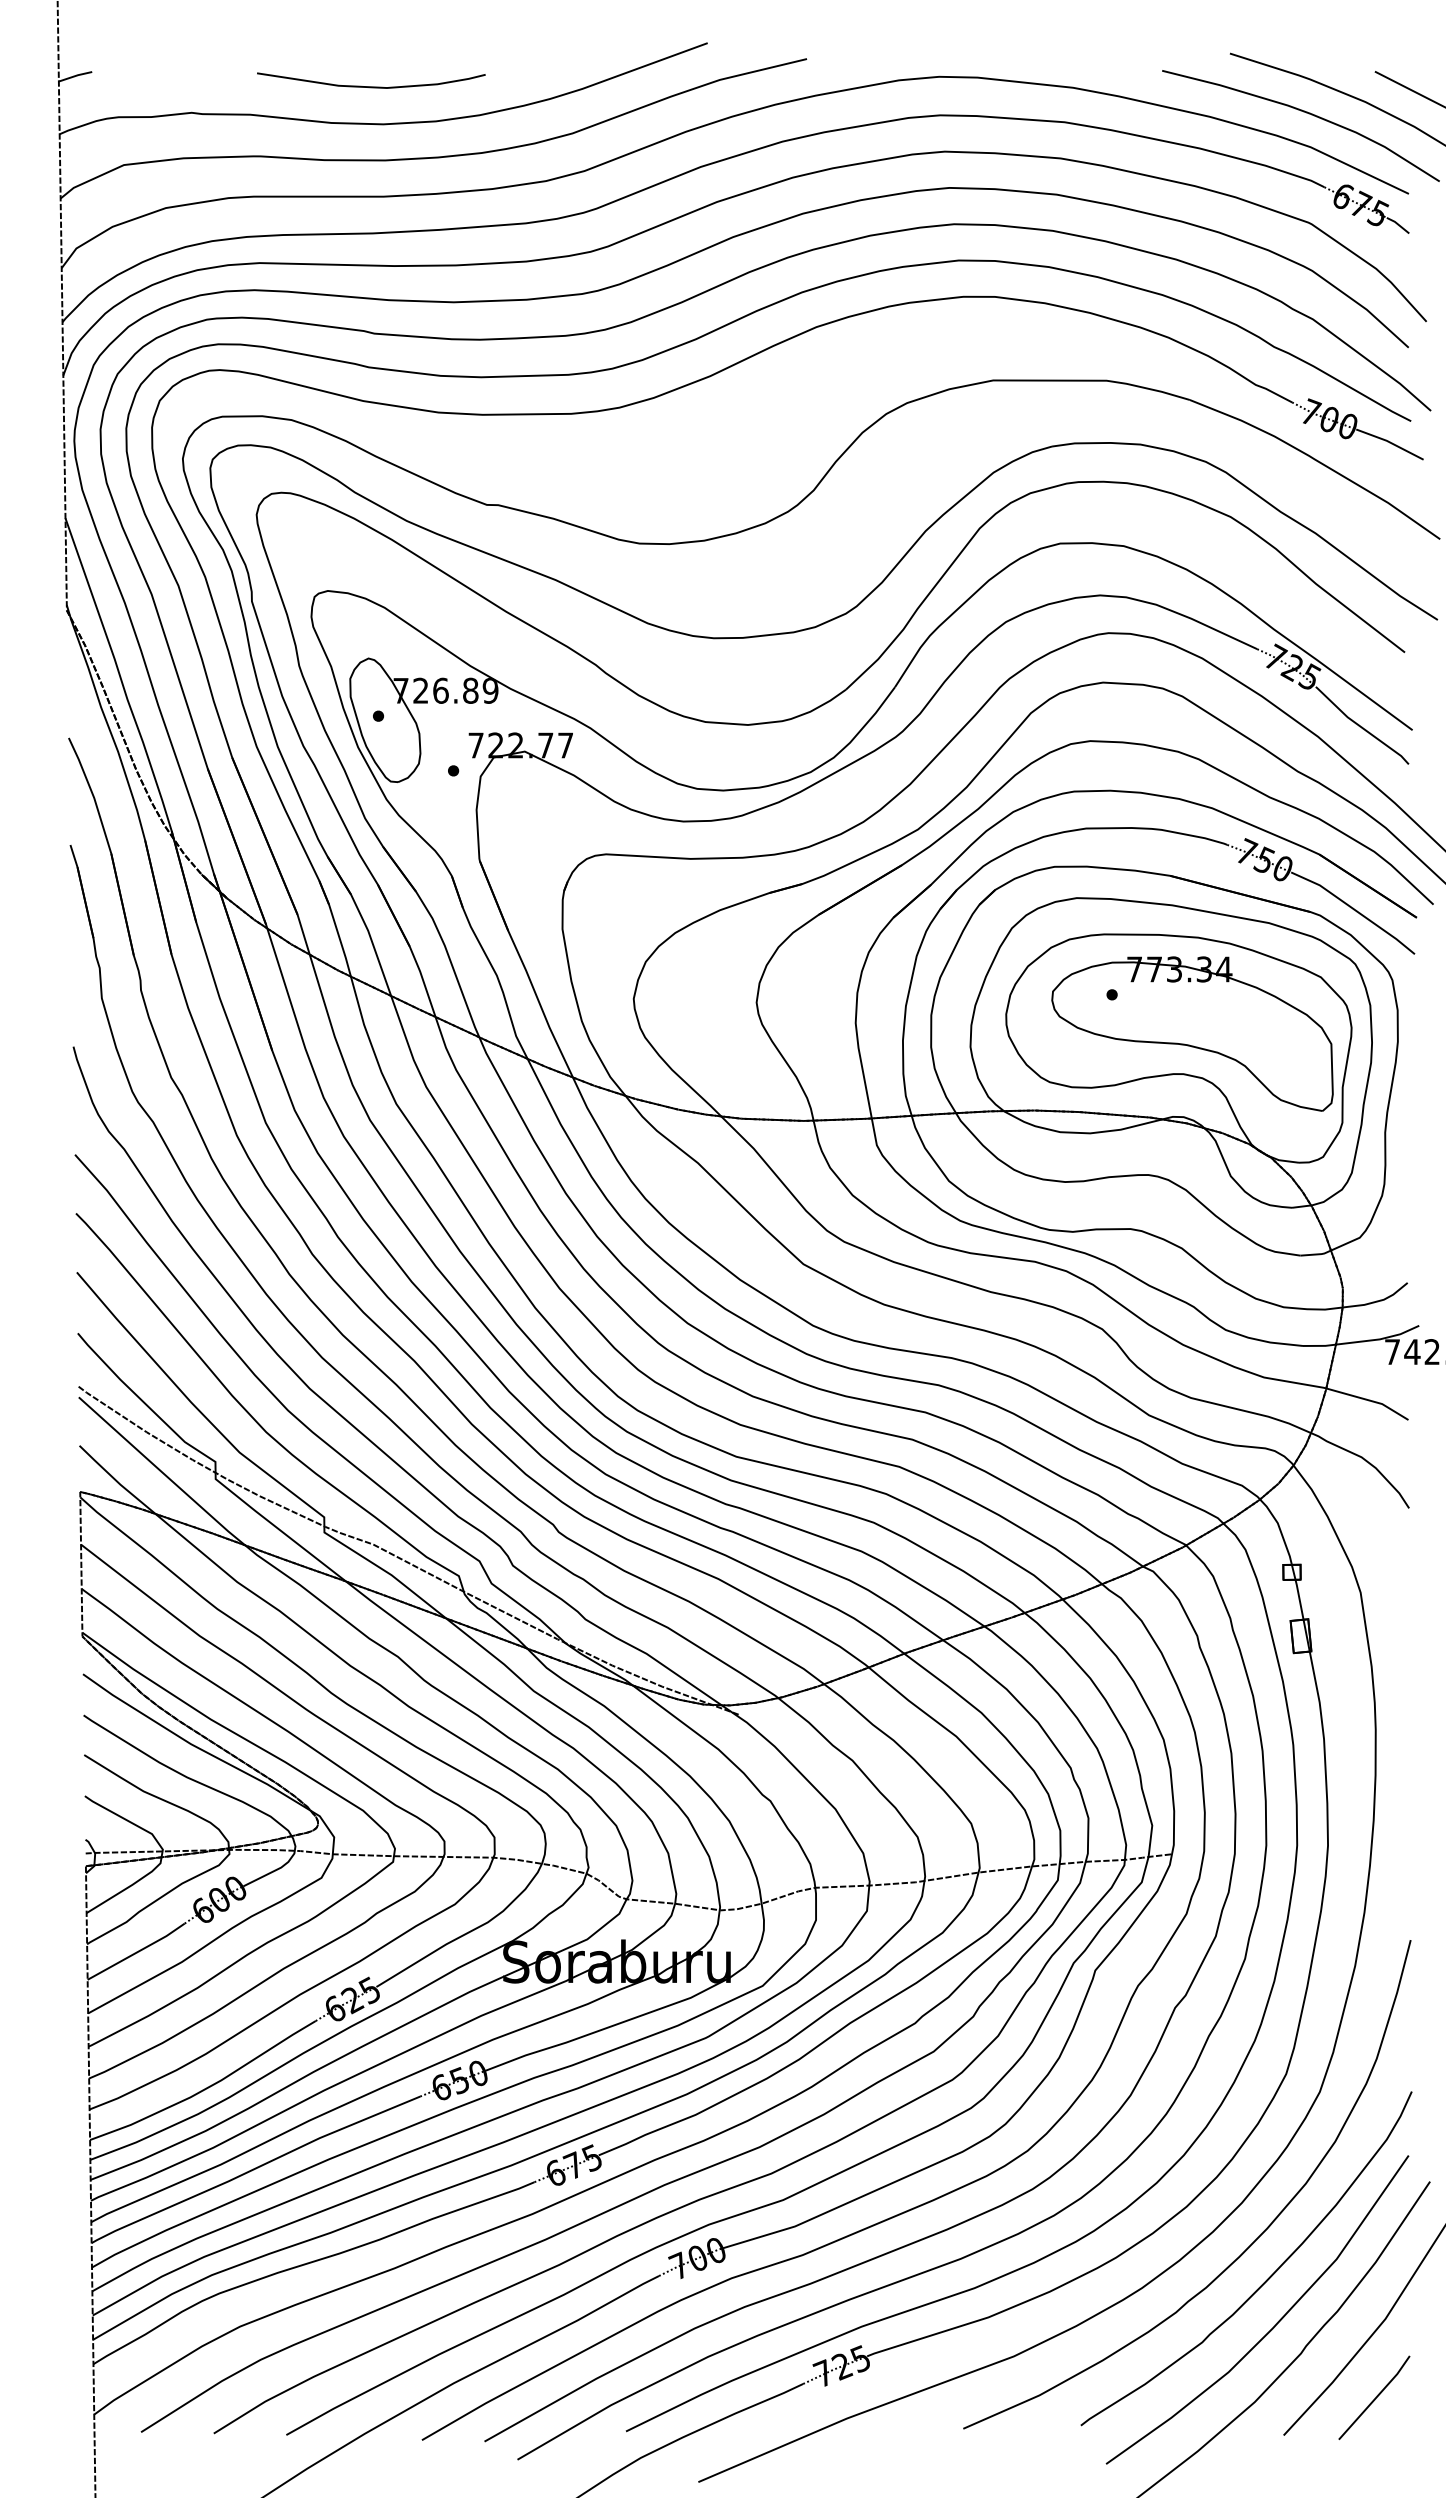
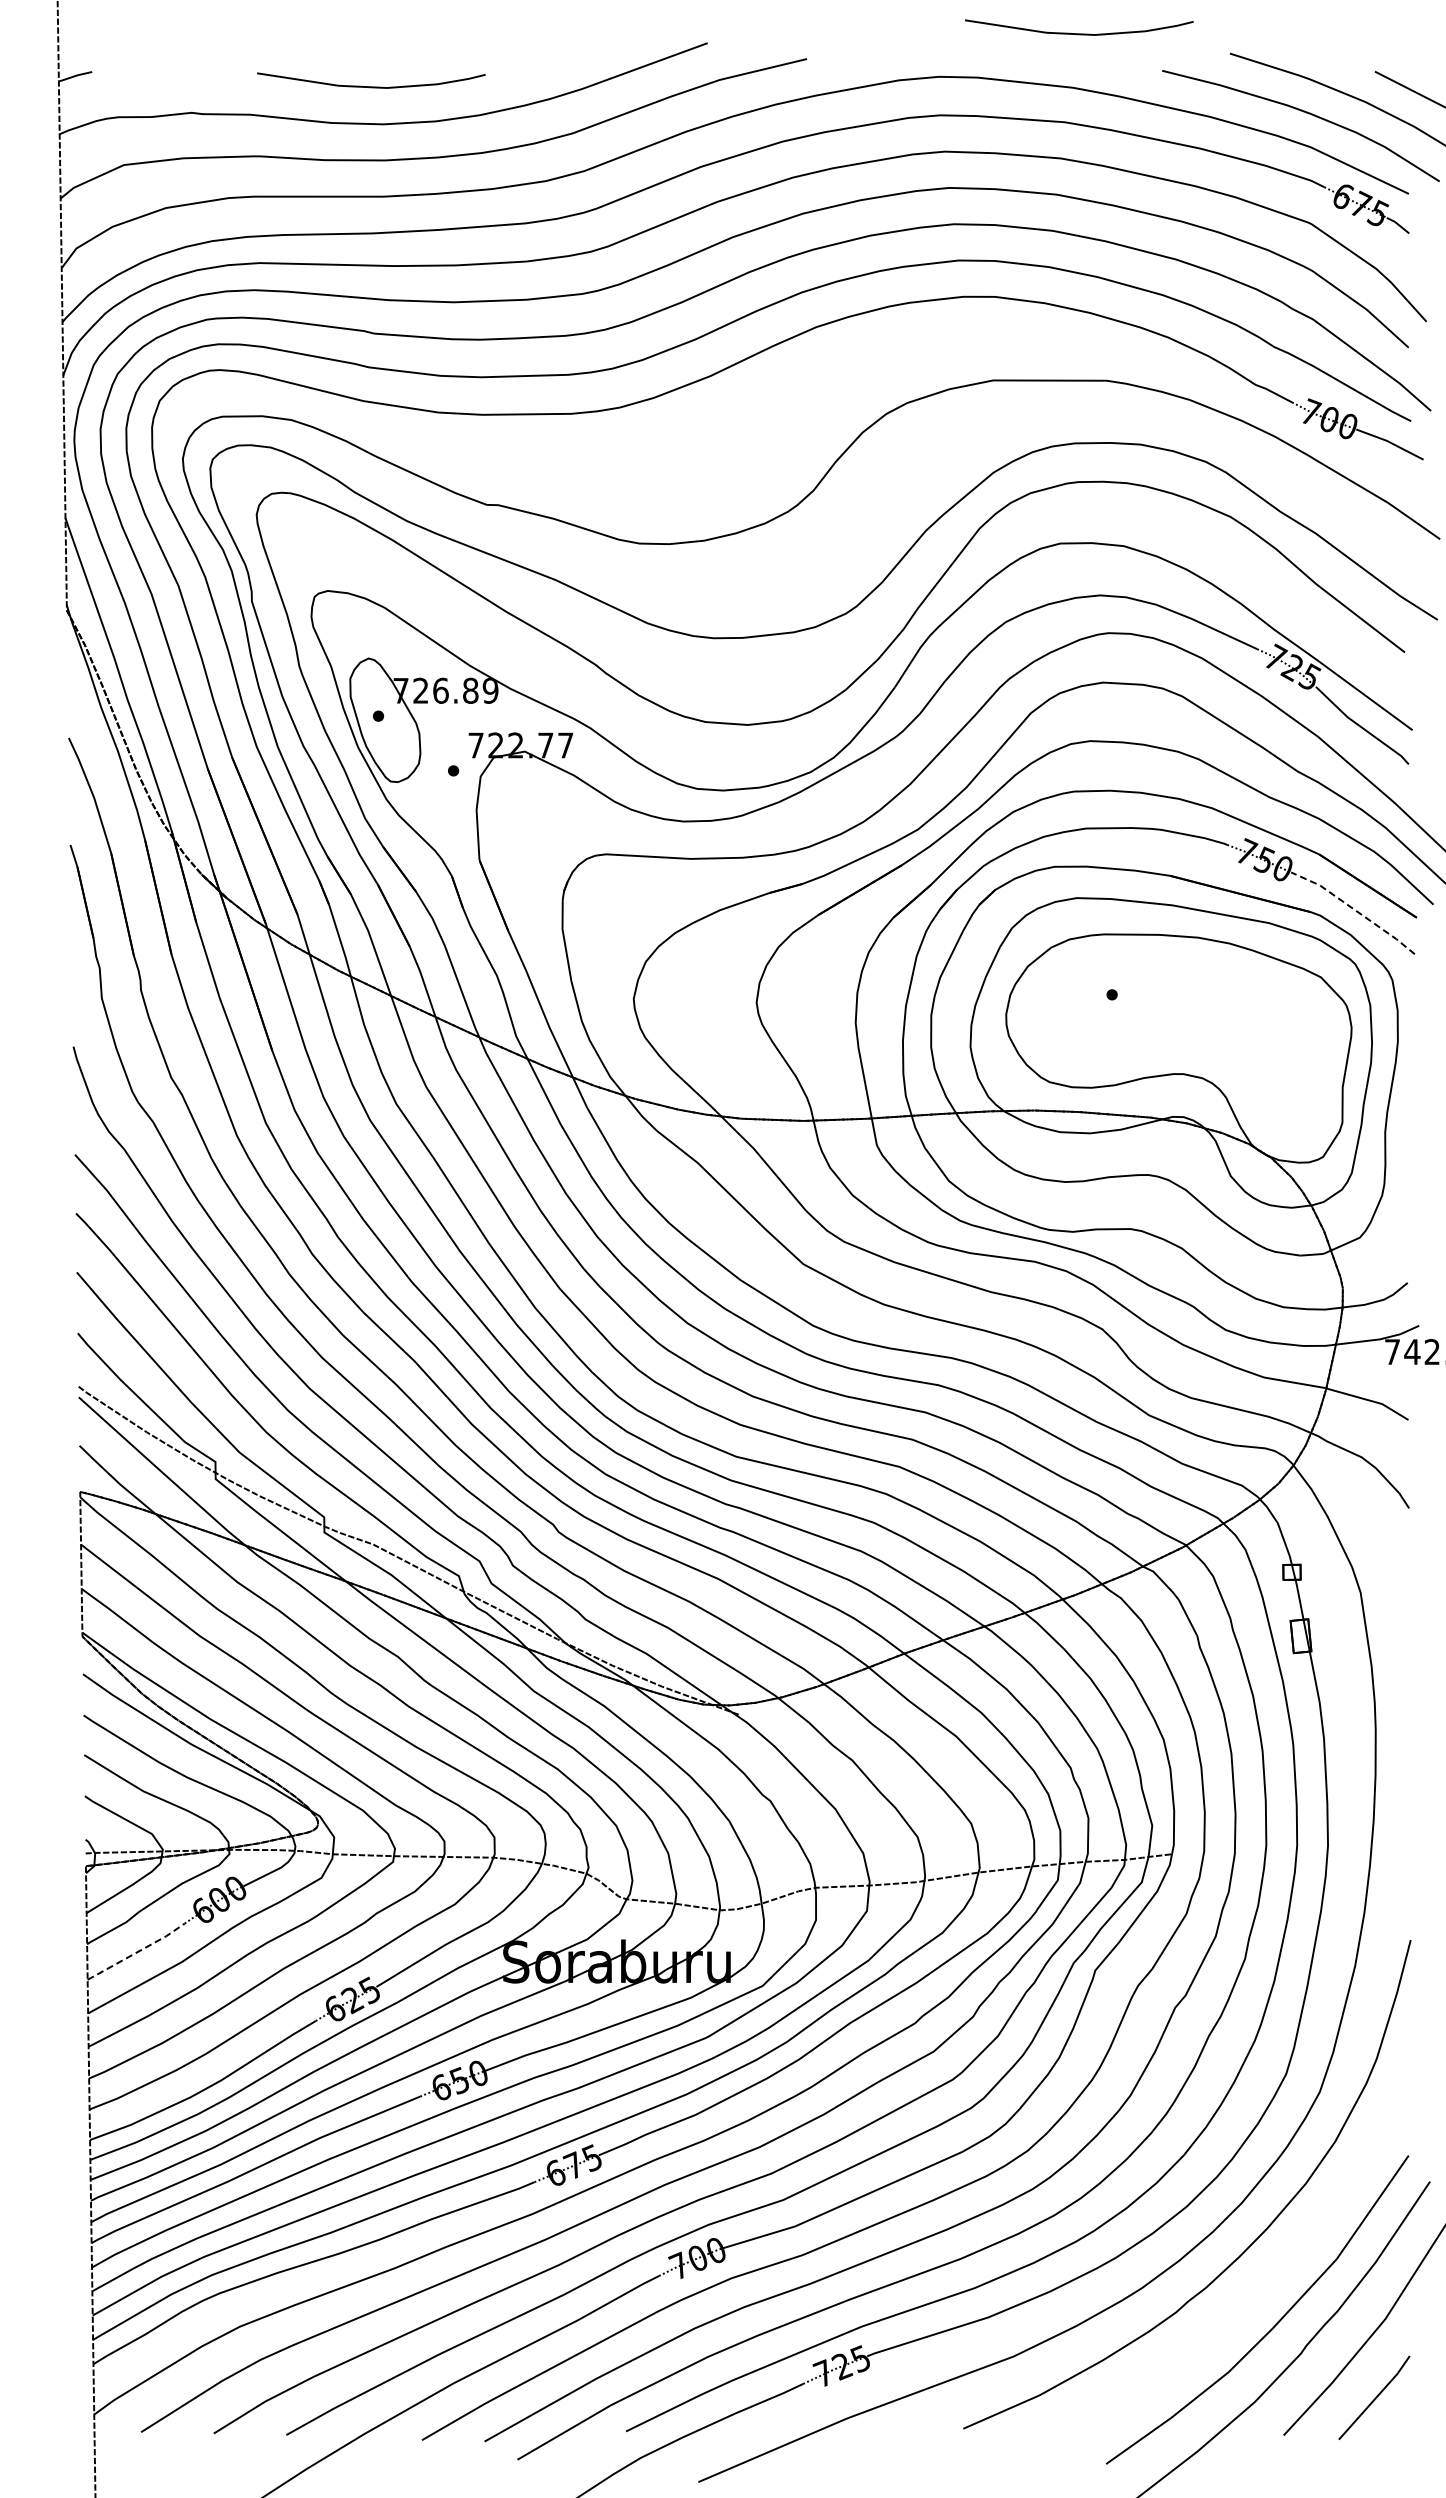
curve at (1079, 33): none -> present
line at (1354, 909): solid -> dashed
part at (1192, 1033): present -> none
line at (137, 1951): solid -> dashed
curve at (1267, 2278): present -> none
